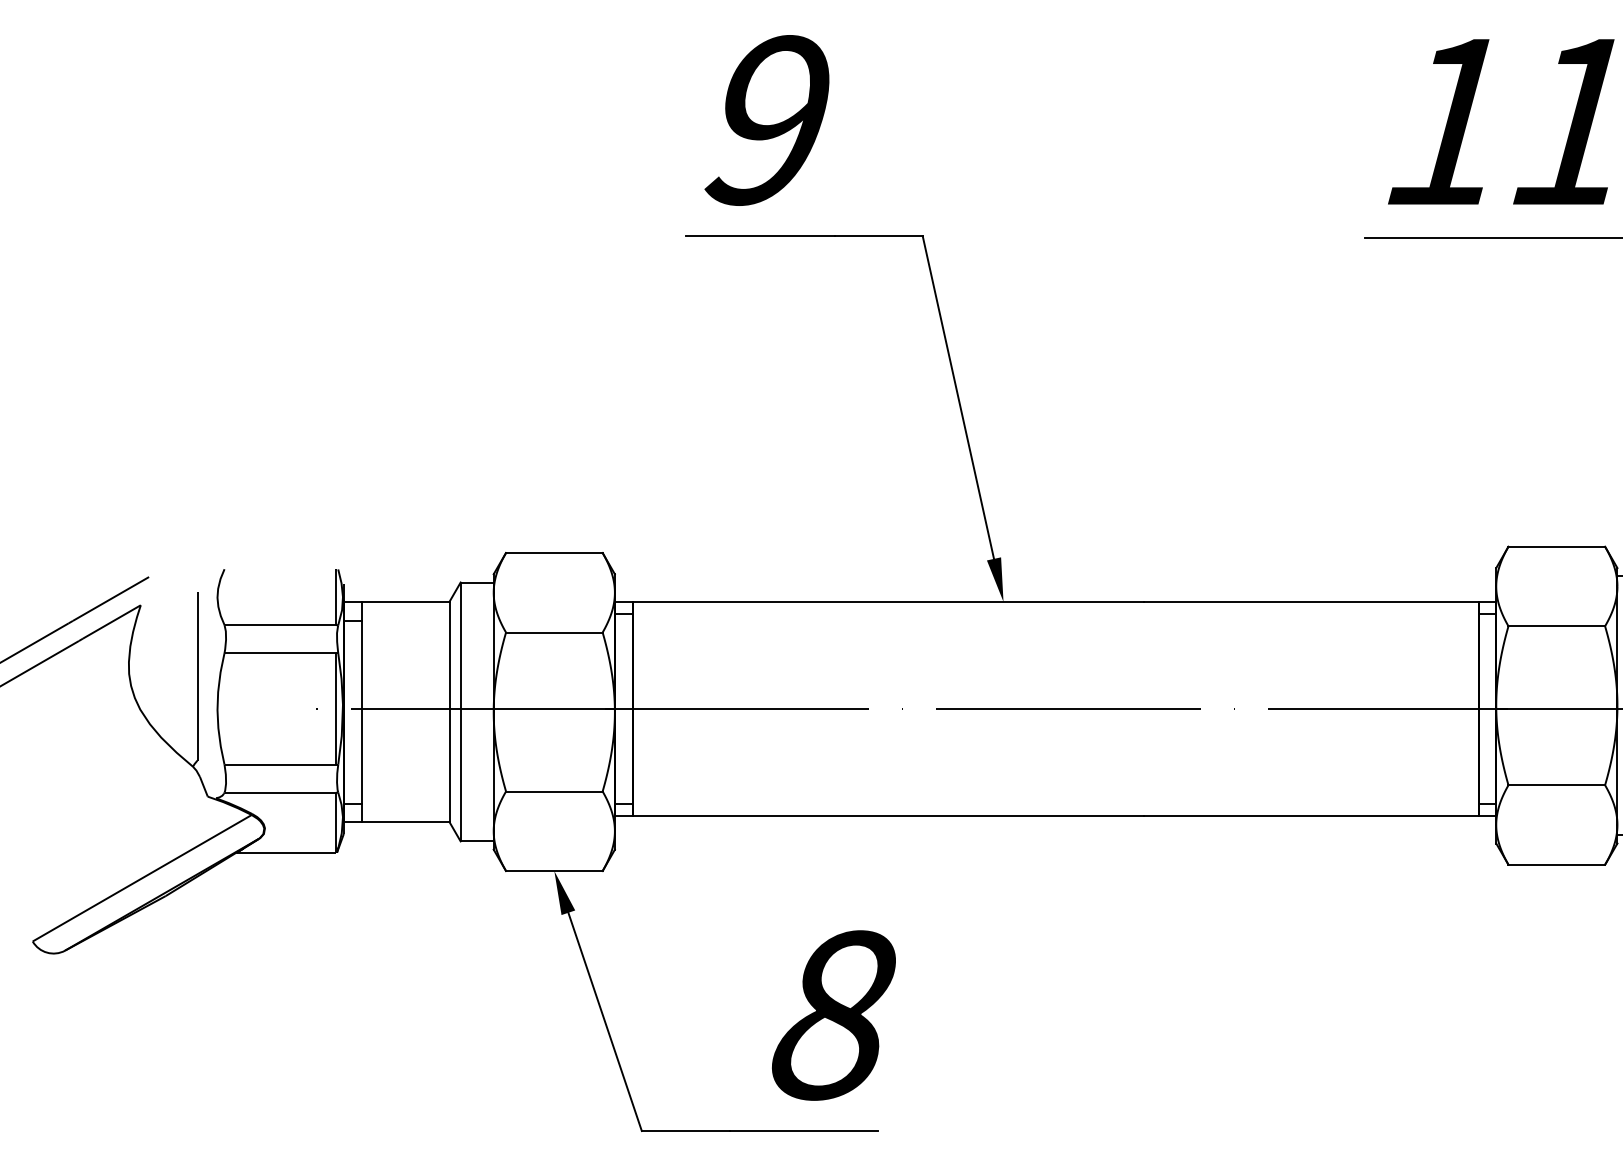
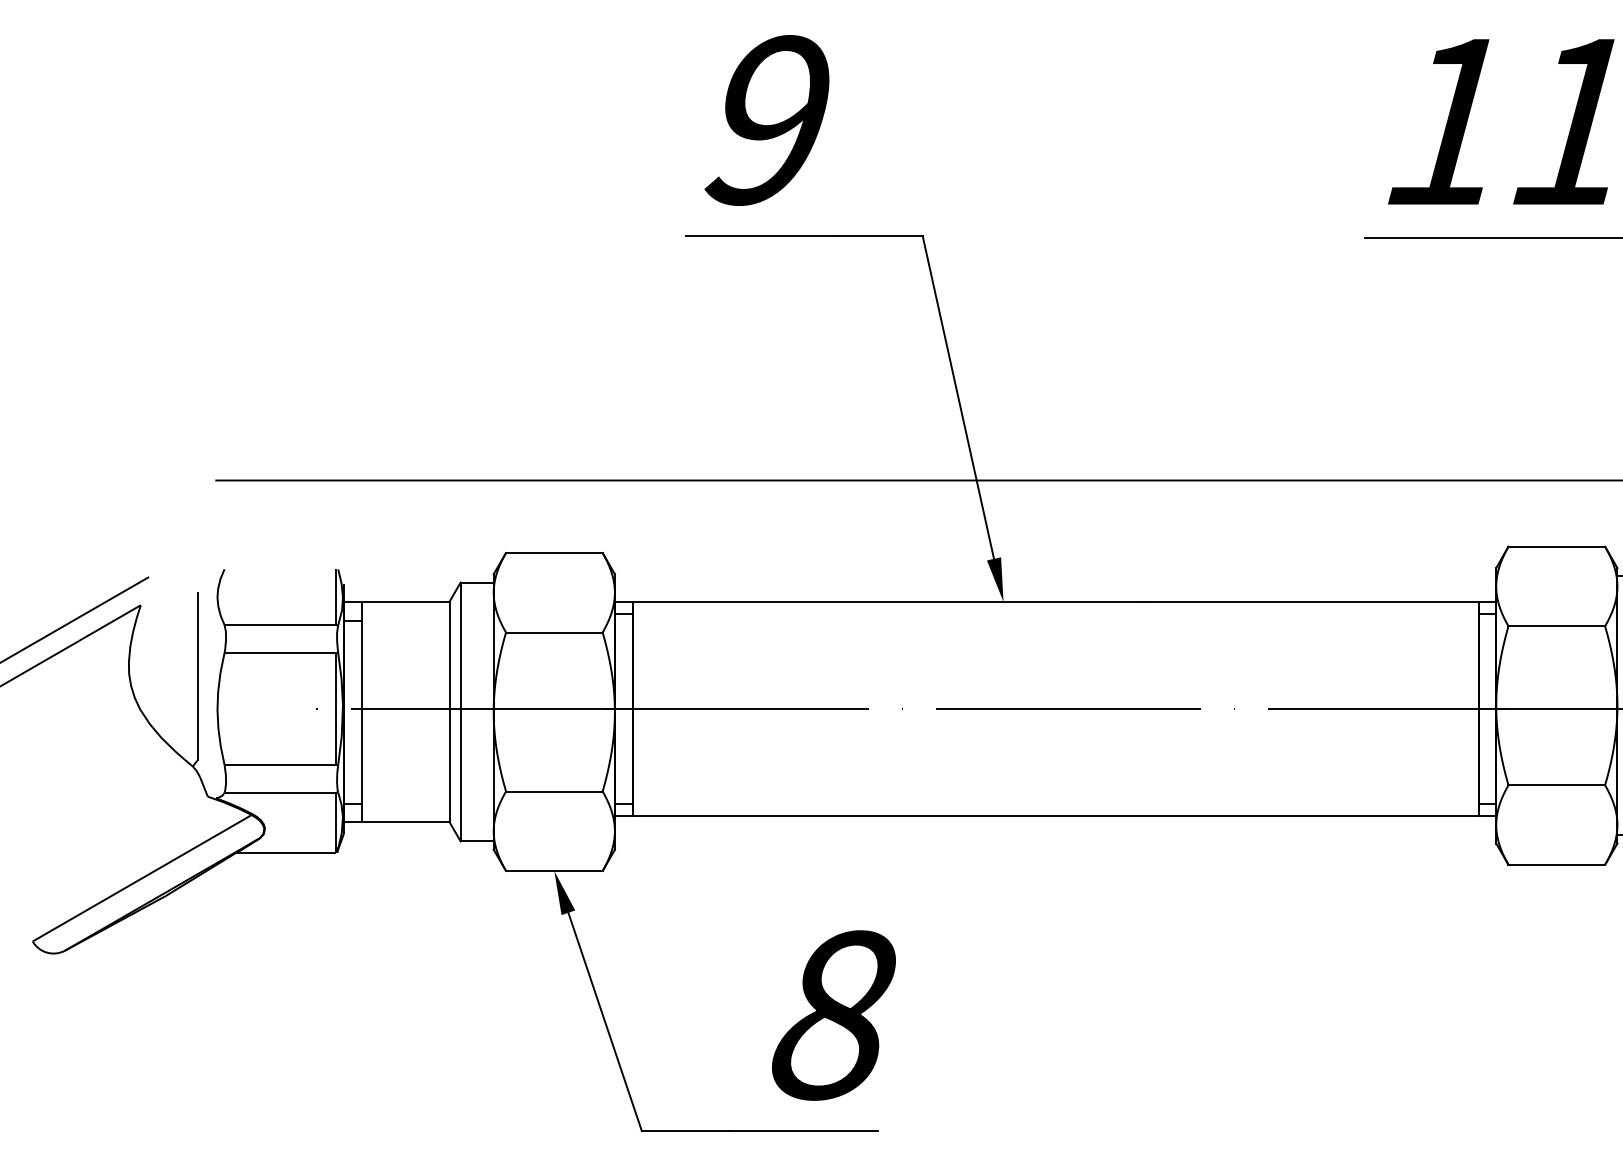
line at (917, 480): none -> present
